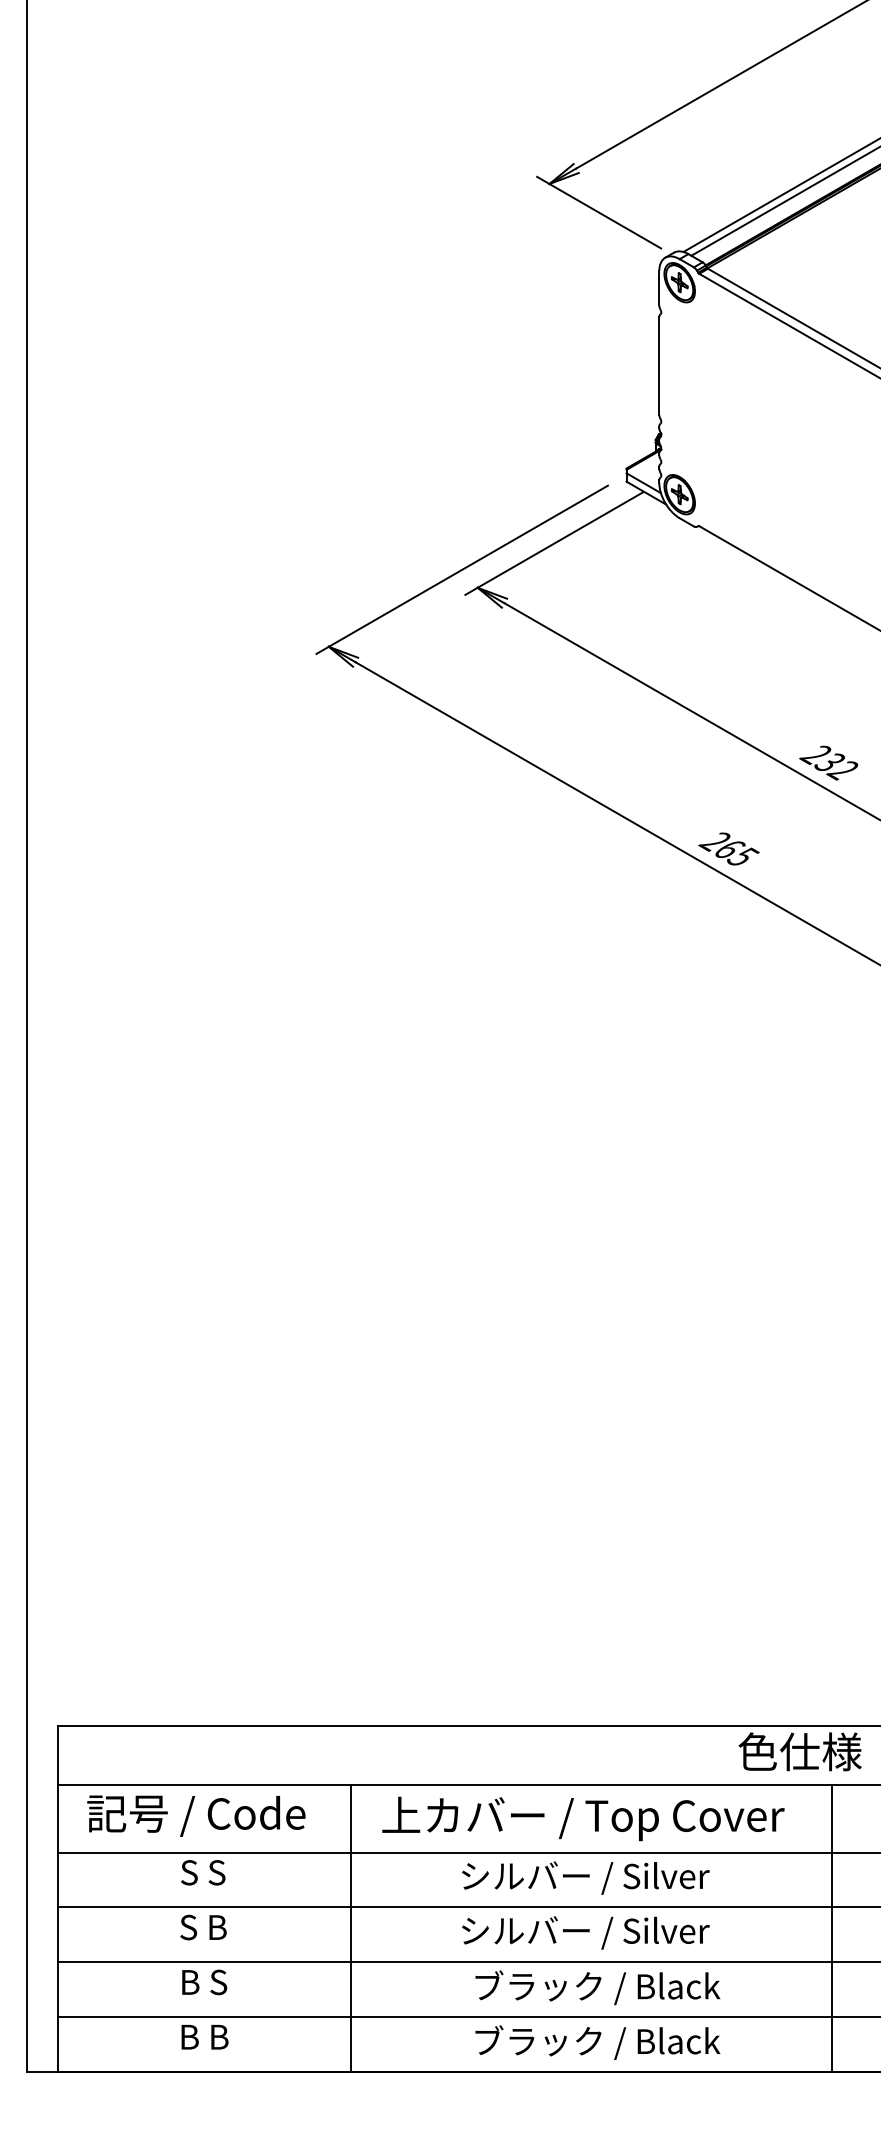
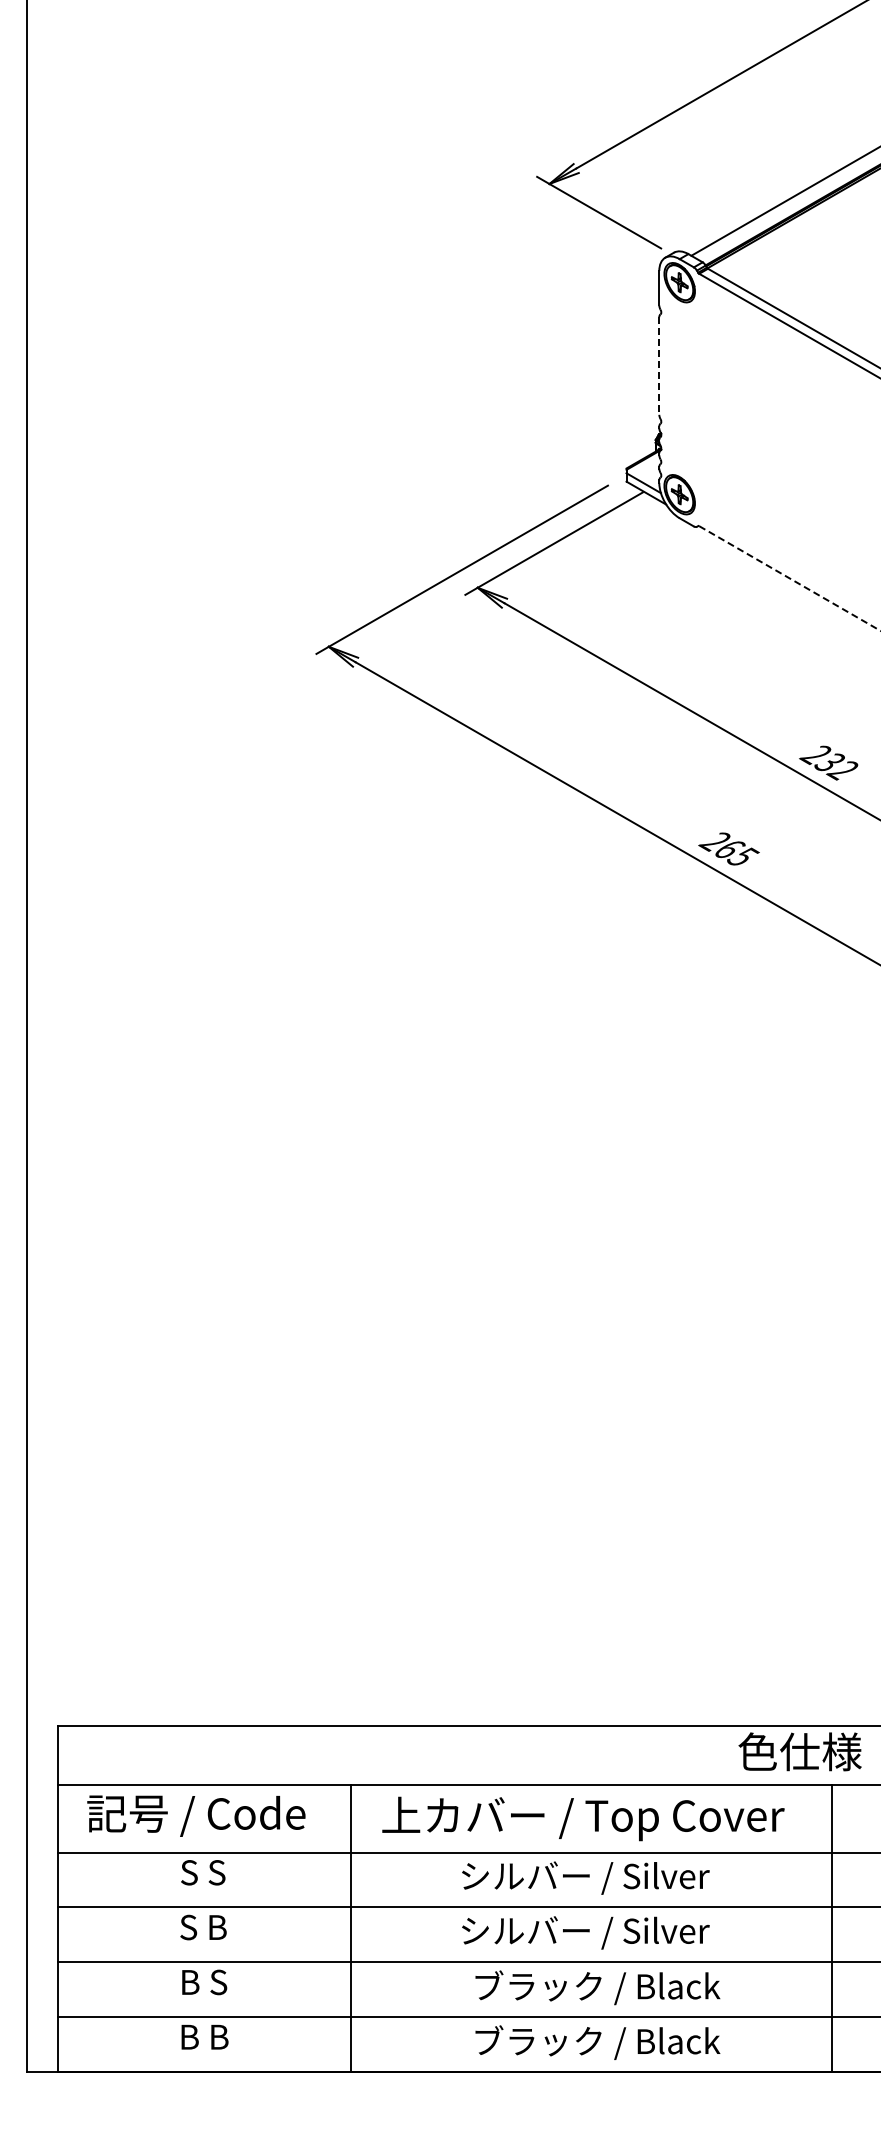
line at (780, 195): present -> none
line at (659, 366): solid -> dashed
line at (790, 578): solid -> dashed
